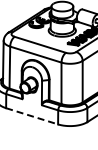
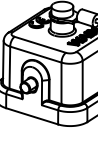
line at (32, 116): dashed -> solid
